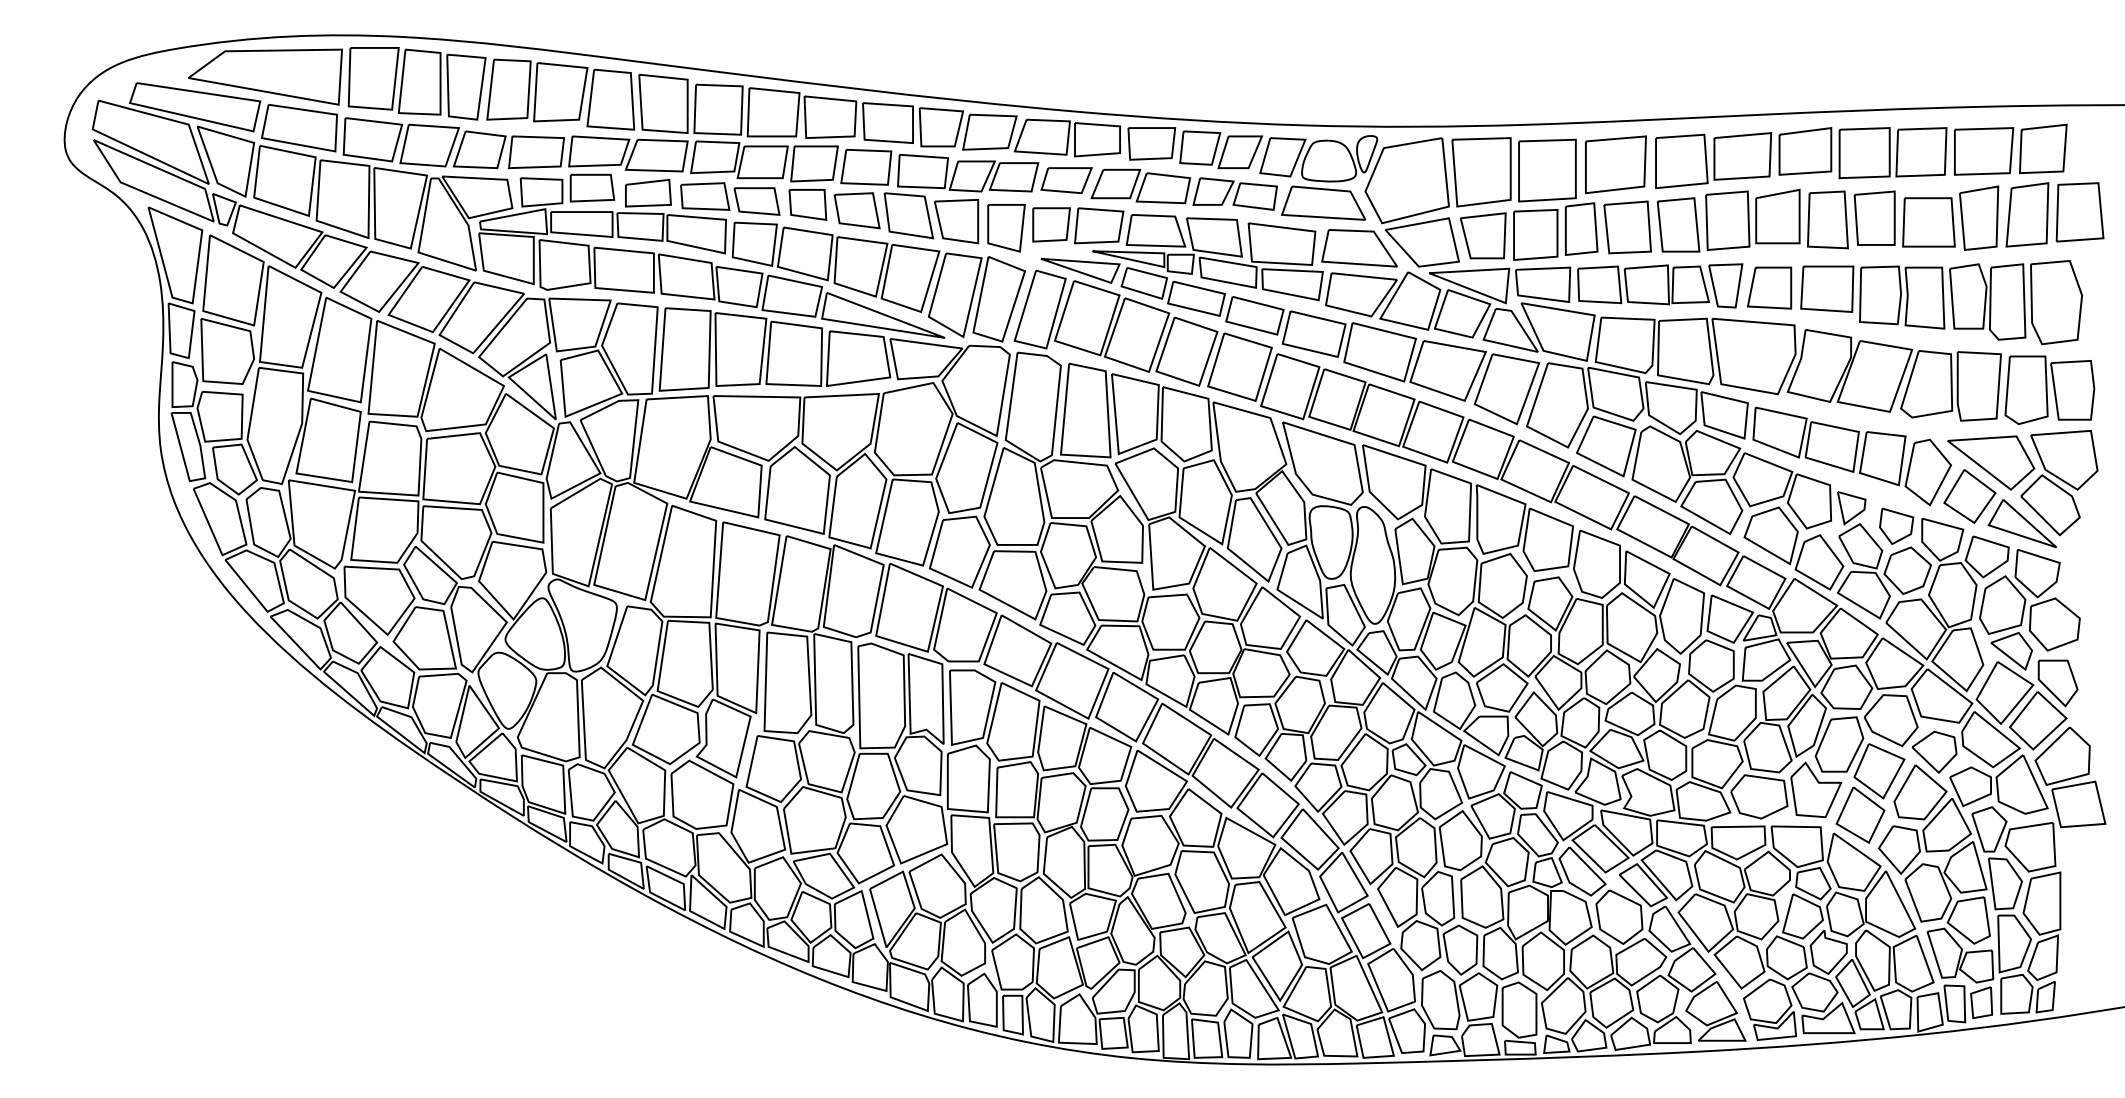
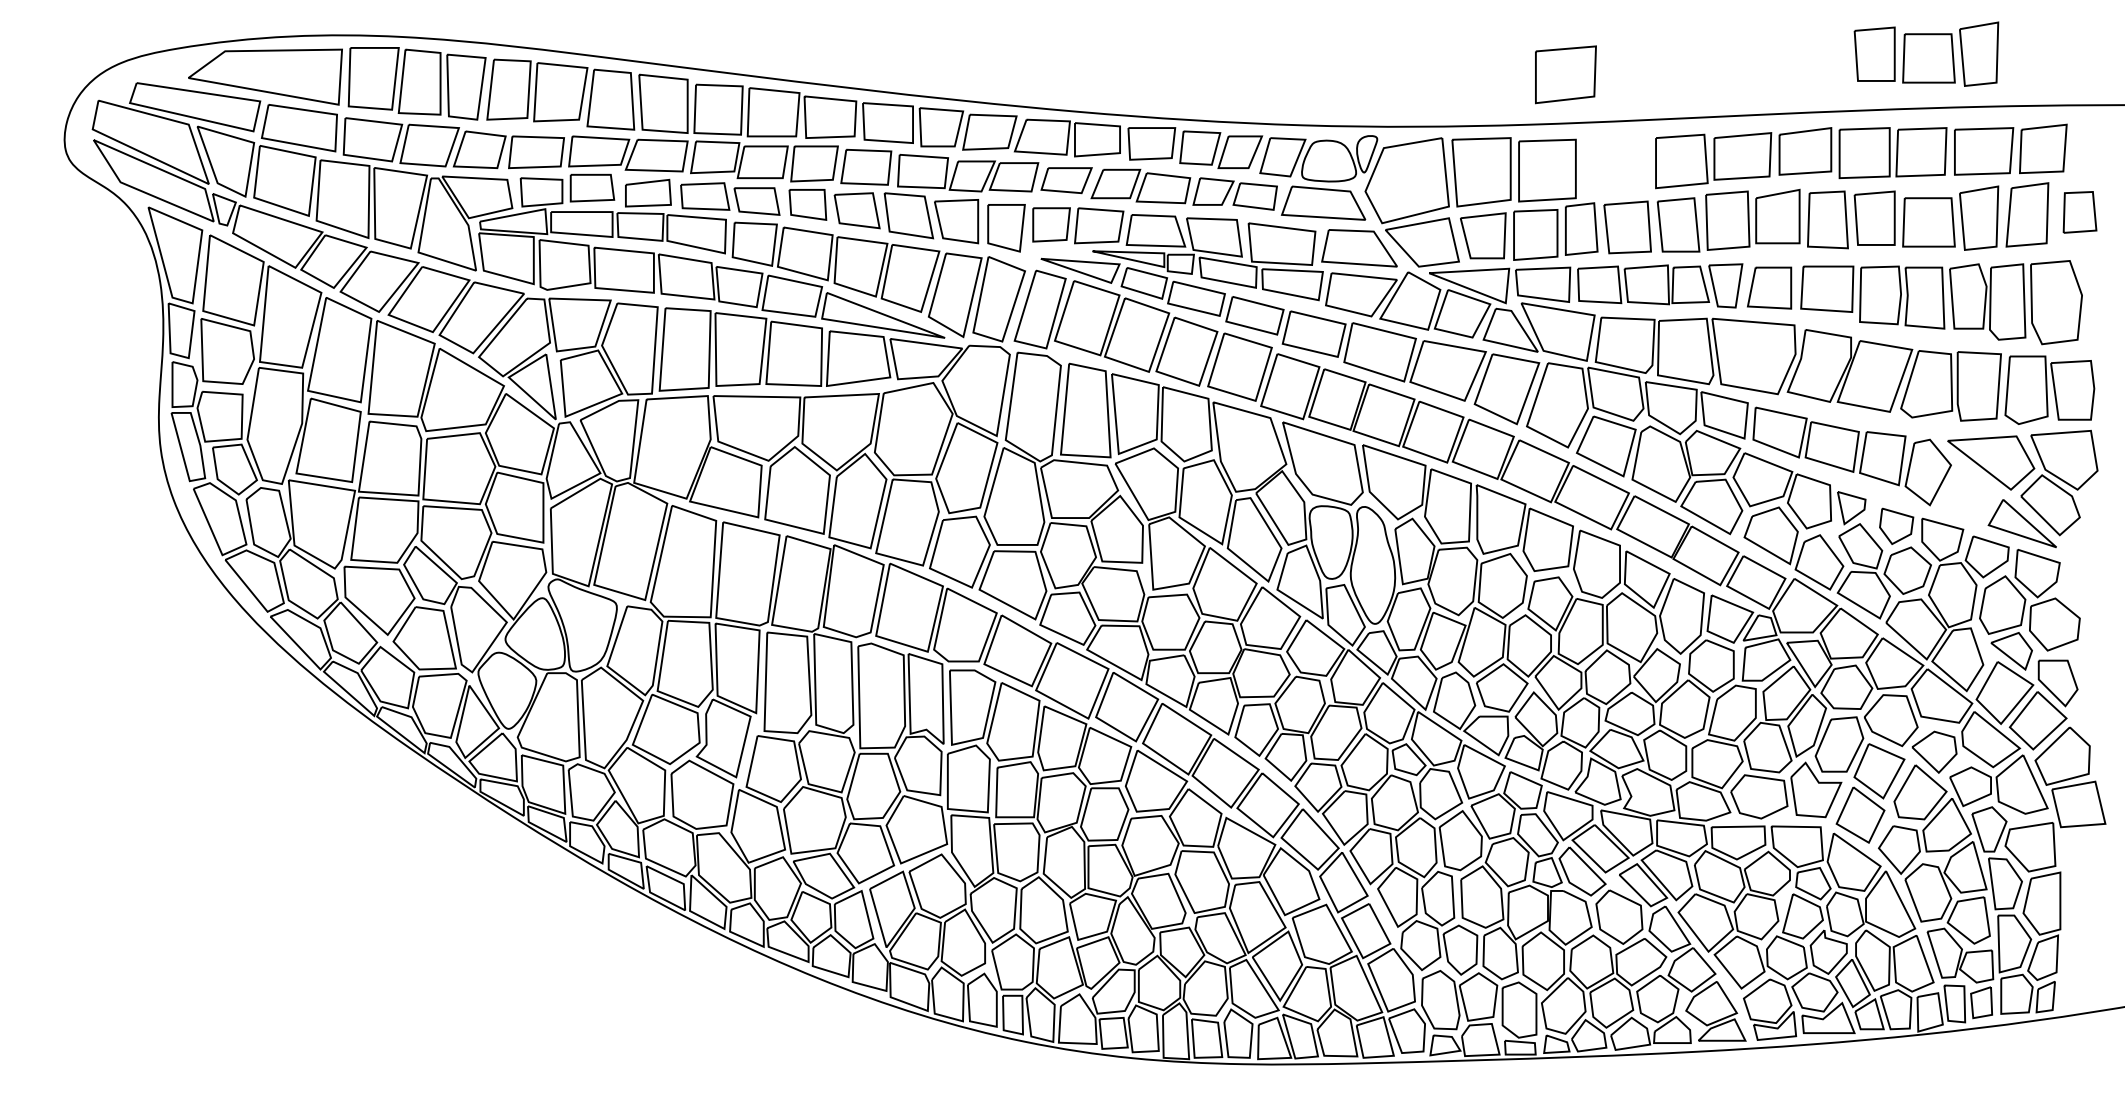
part at (1926, 53): none -> present
part at (1615, 164) position: (1615, 164) -> (1565, 74)
part at (2079, 212) size: 50x61 px -> 36x43 px
part at (1969, 496): present -> none
